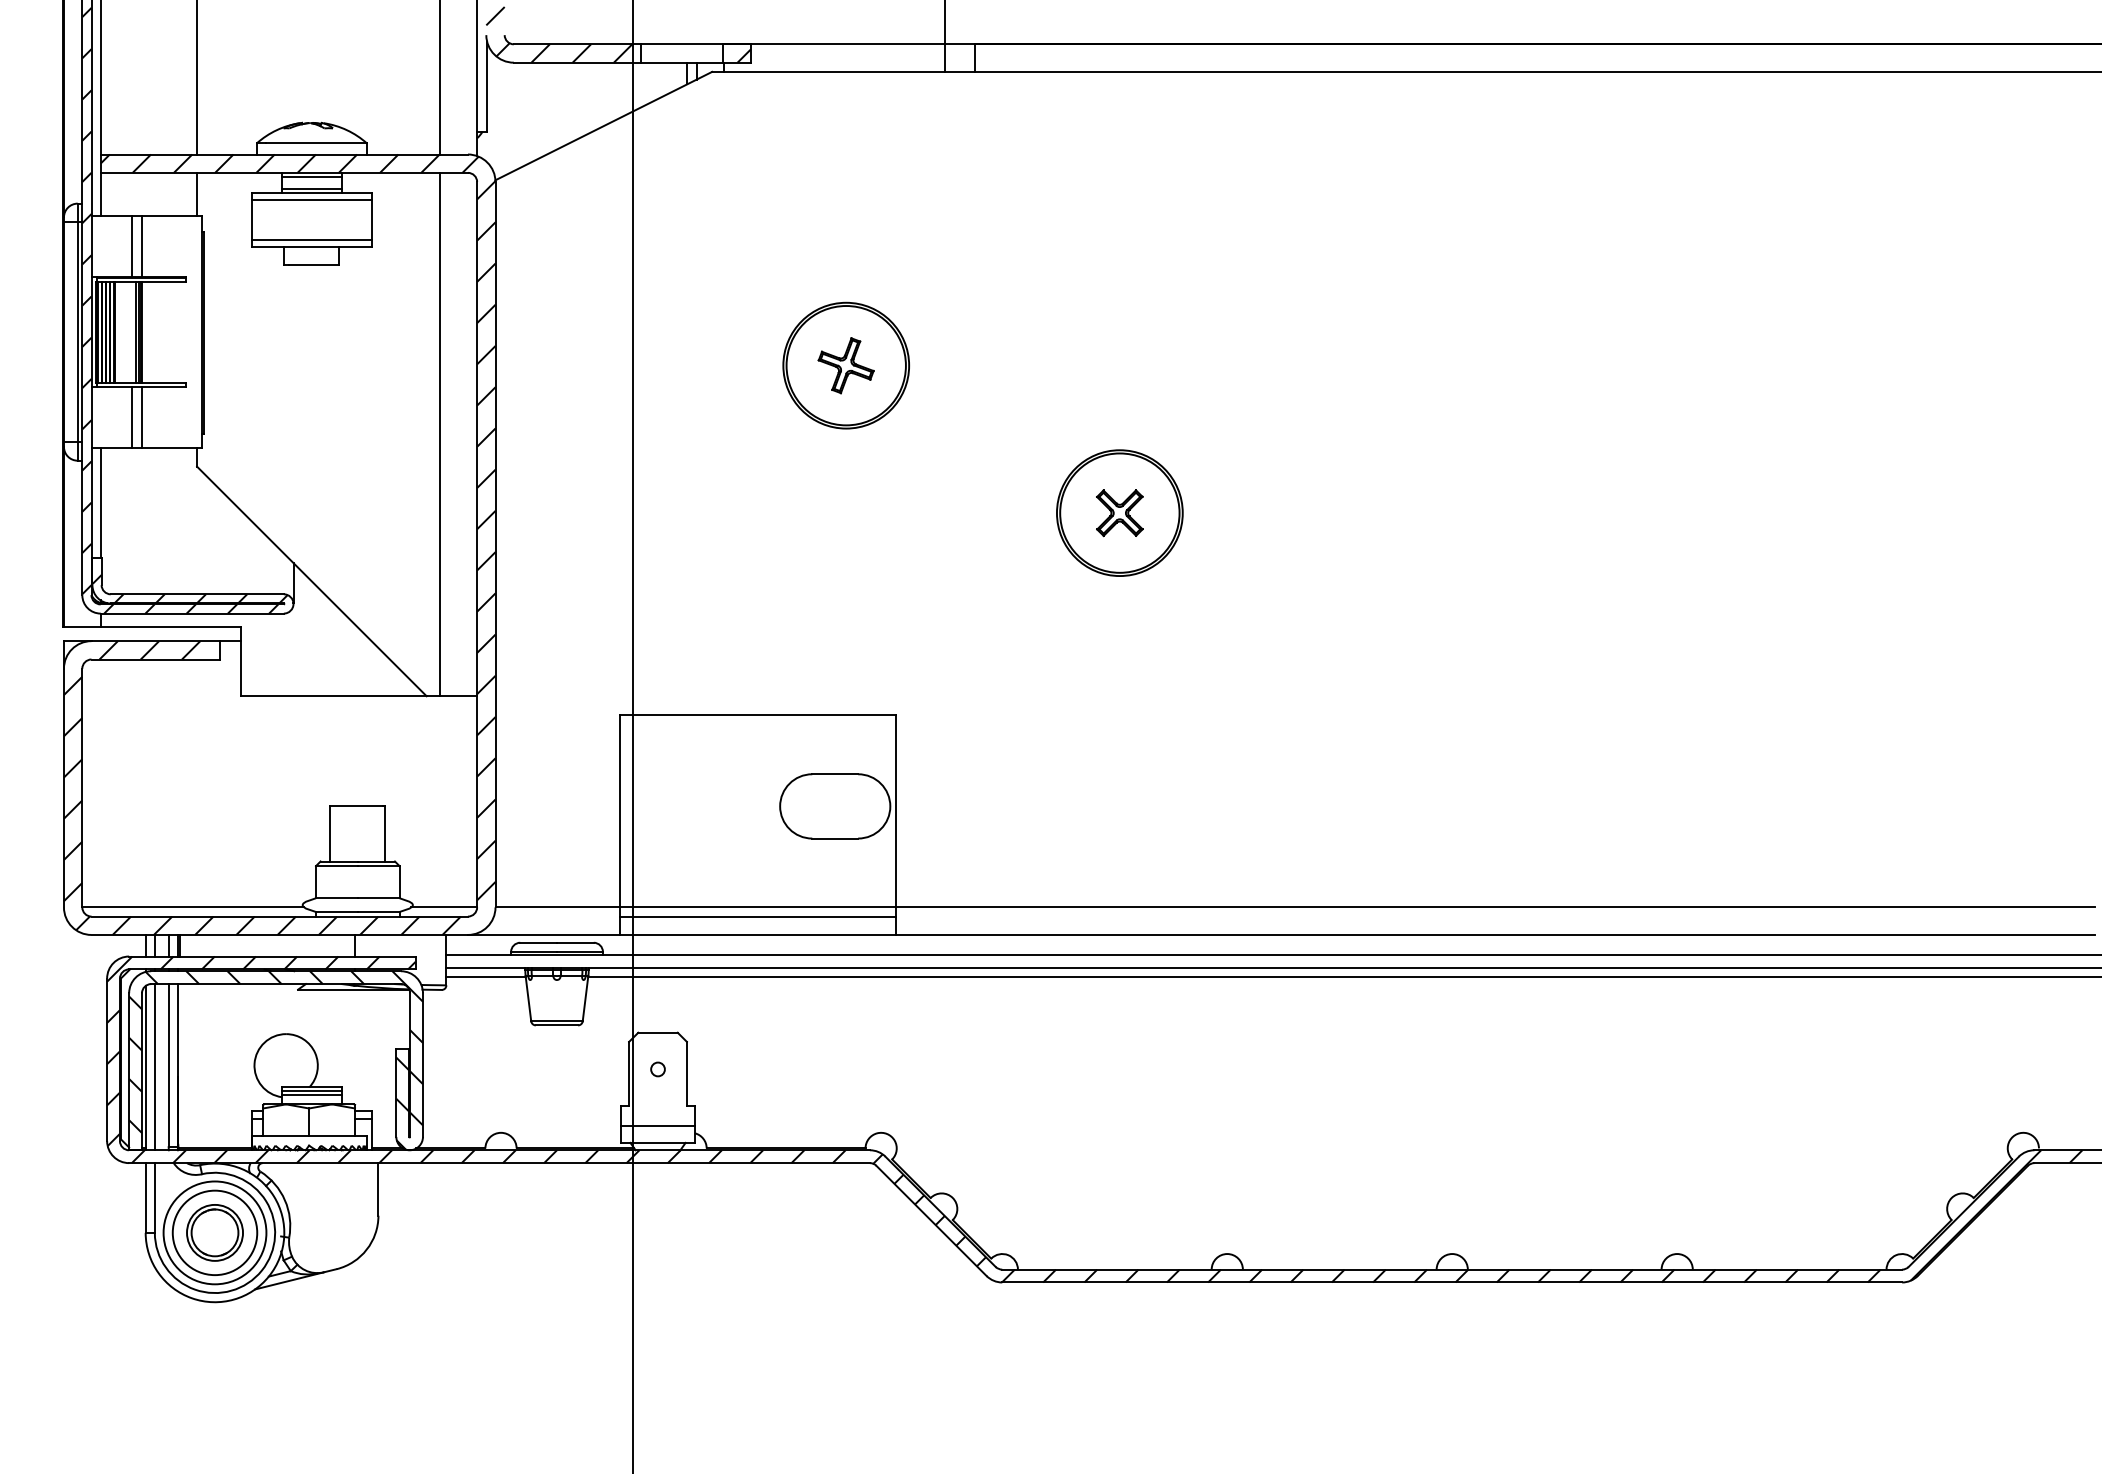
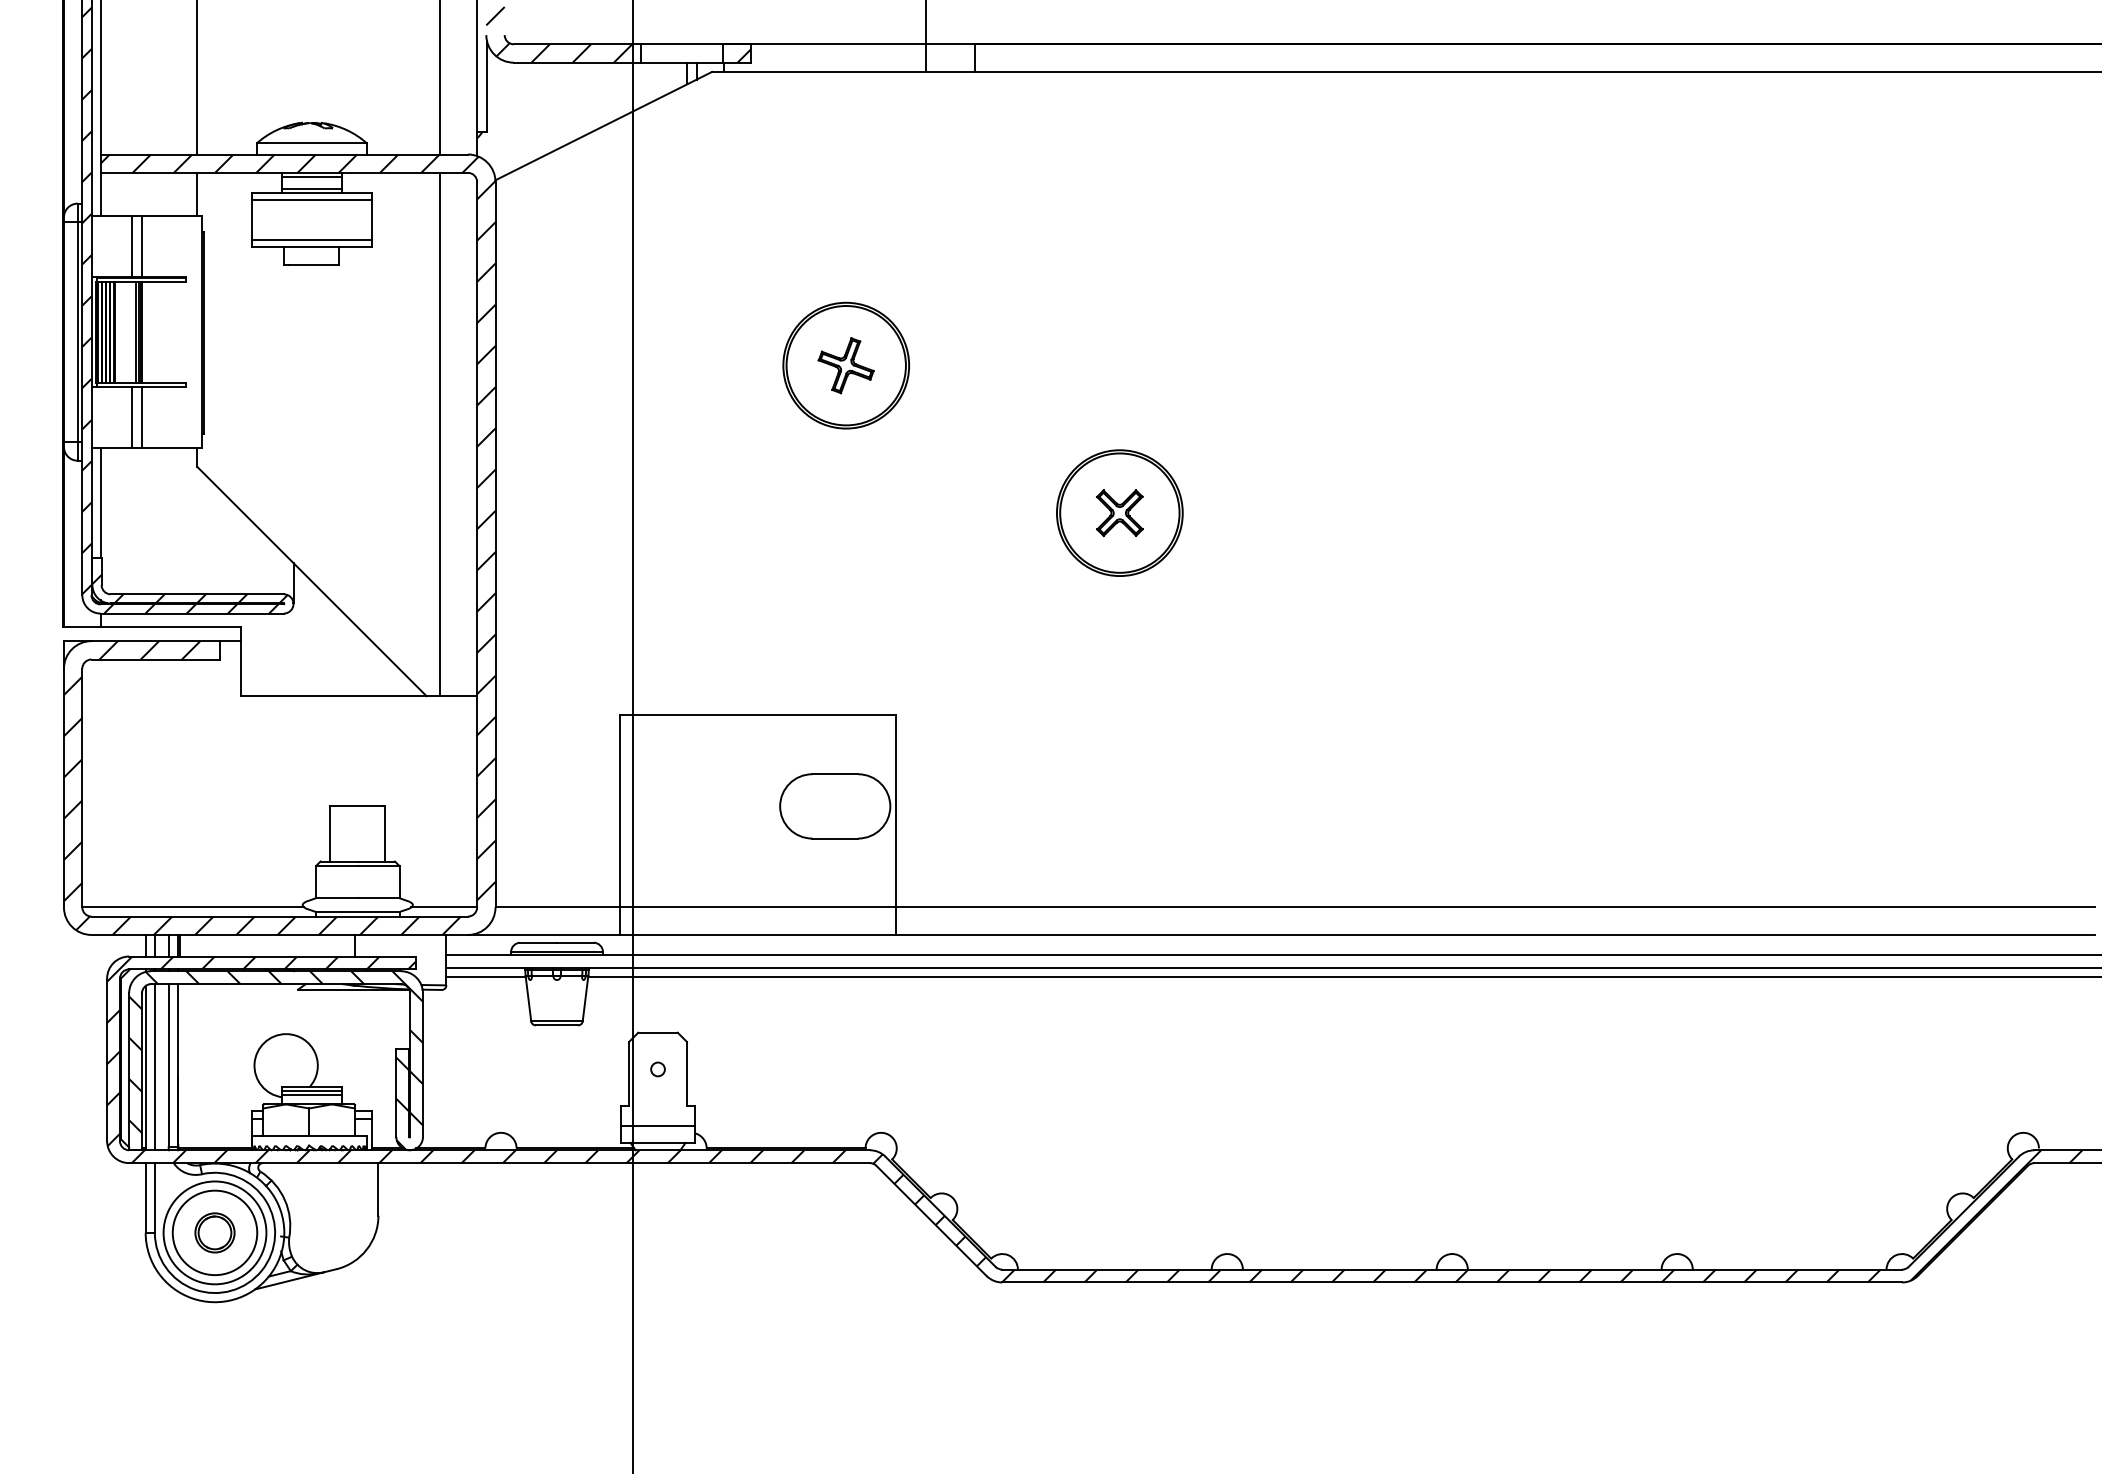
line at (944, 36) position: (944, 36) -> (925, 36)
line at (757, 916): present -> none
part at (214, 1232) size: 58x58 px -> 42x42 px
